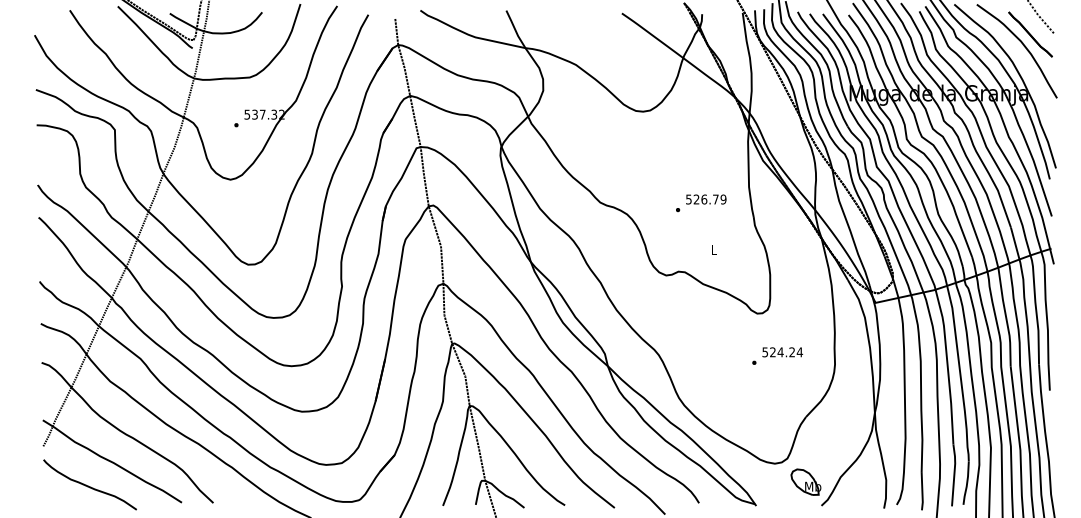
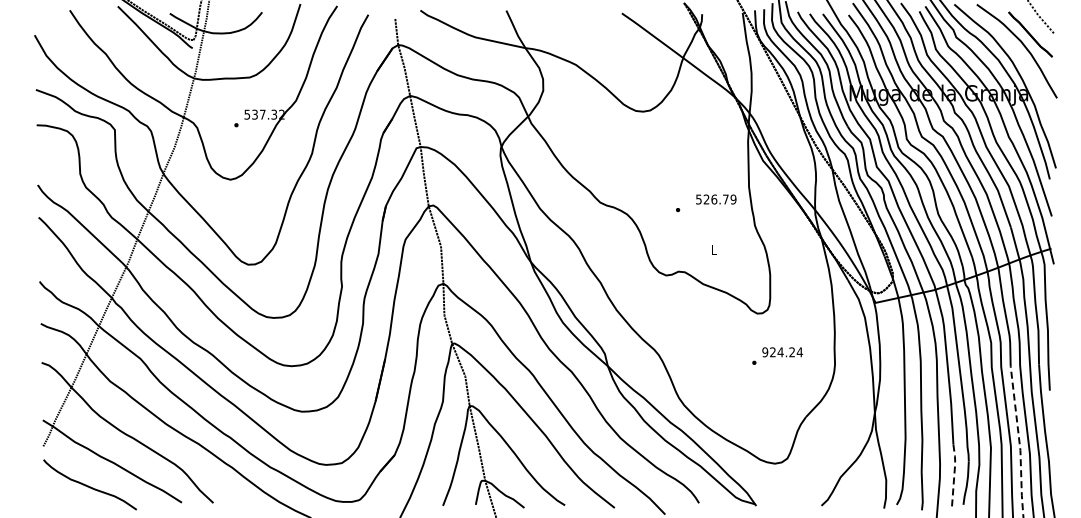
text at (706, 199) position: (706, 199) -> (716, 199)
text at (765, 351): 524.24 -> 924.24
line at (1019, 442): solid -> dashed
line at (954, 473): solid -> dashed
part at (805, 481): present -> none
